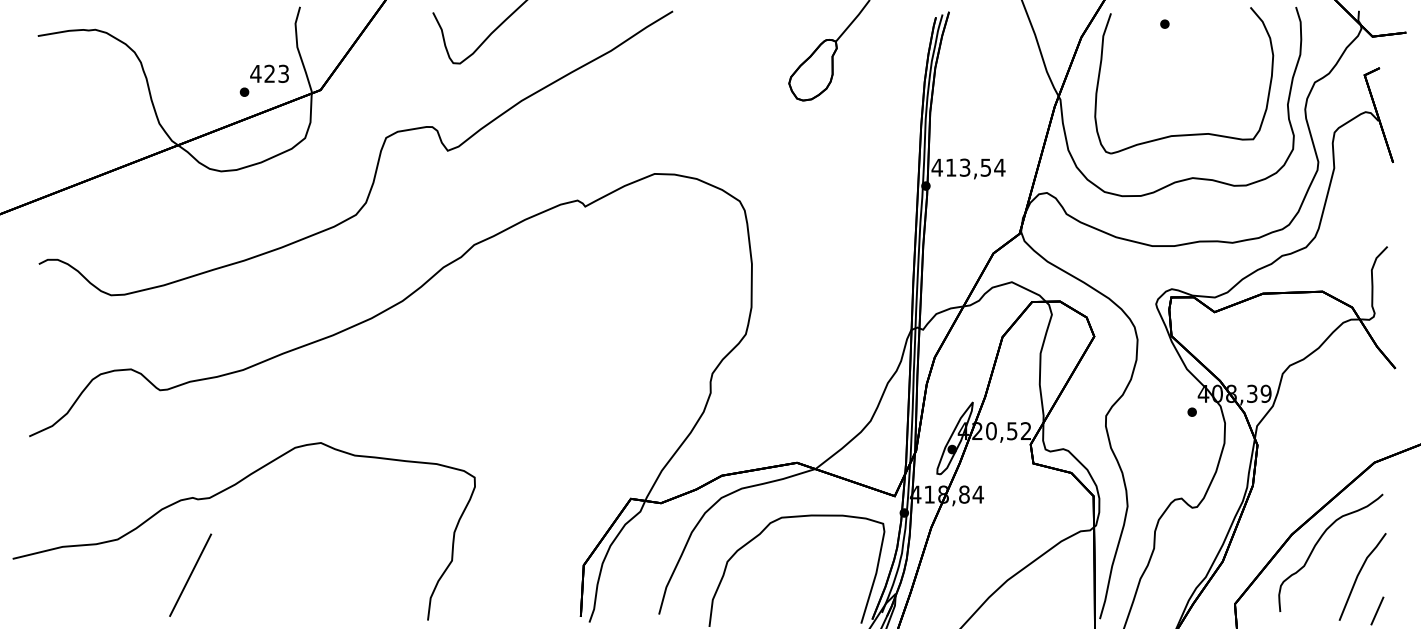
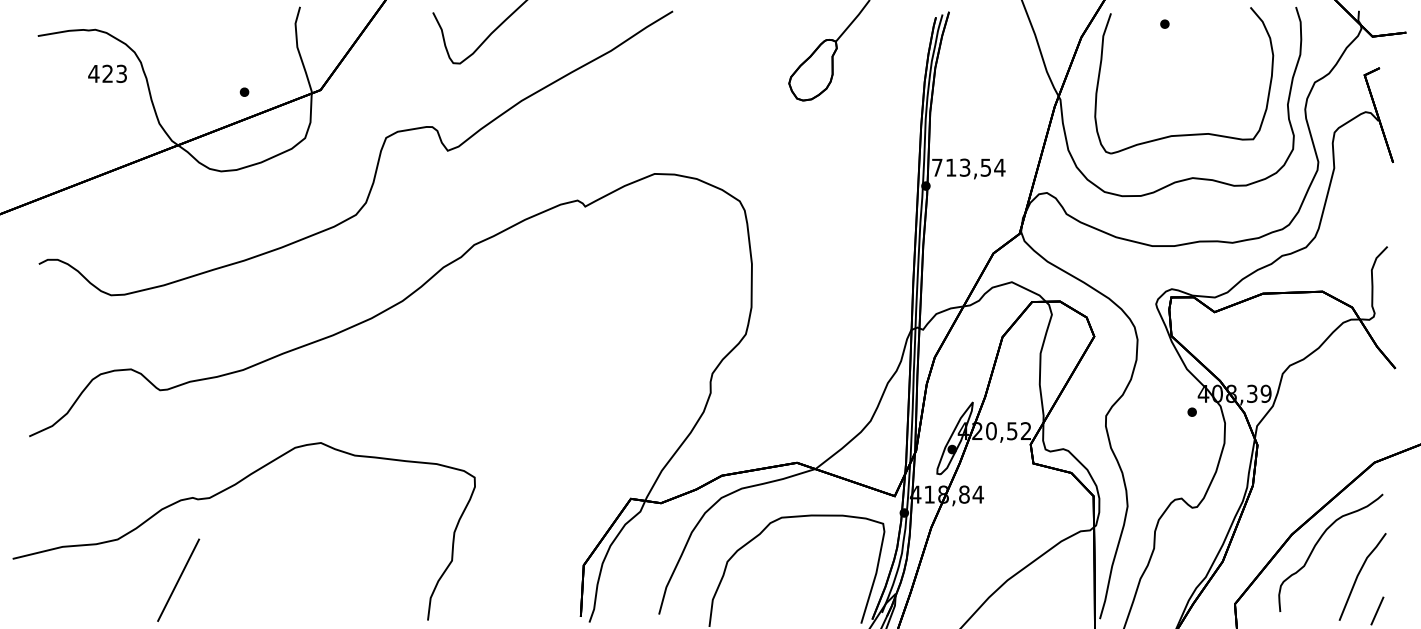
text at (269, 73) position: (269, 73) -> (107, 73)
text at (936, 167): 413,54 -> 713,54
line at (190, 574) position: (190, 574) -> (178, 579)
